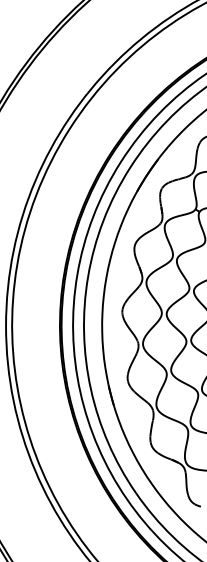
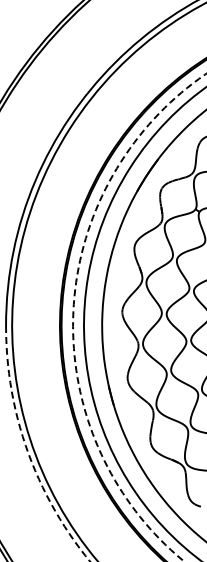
arc at (73, 311): solid -> dashed
arc at (28, 452): solid -> dashed
